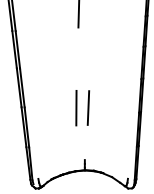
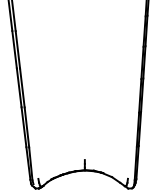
line at (78, 14): present -> none
line at (76, 107): present -> none
line at (88, 107): present -> none
